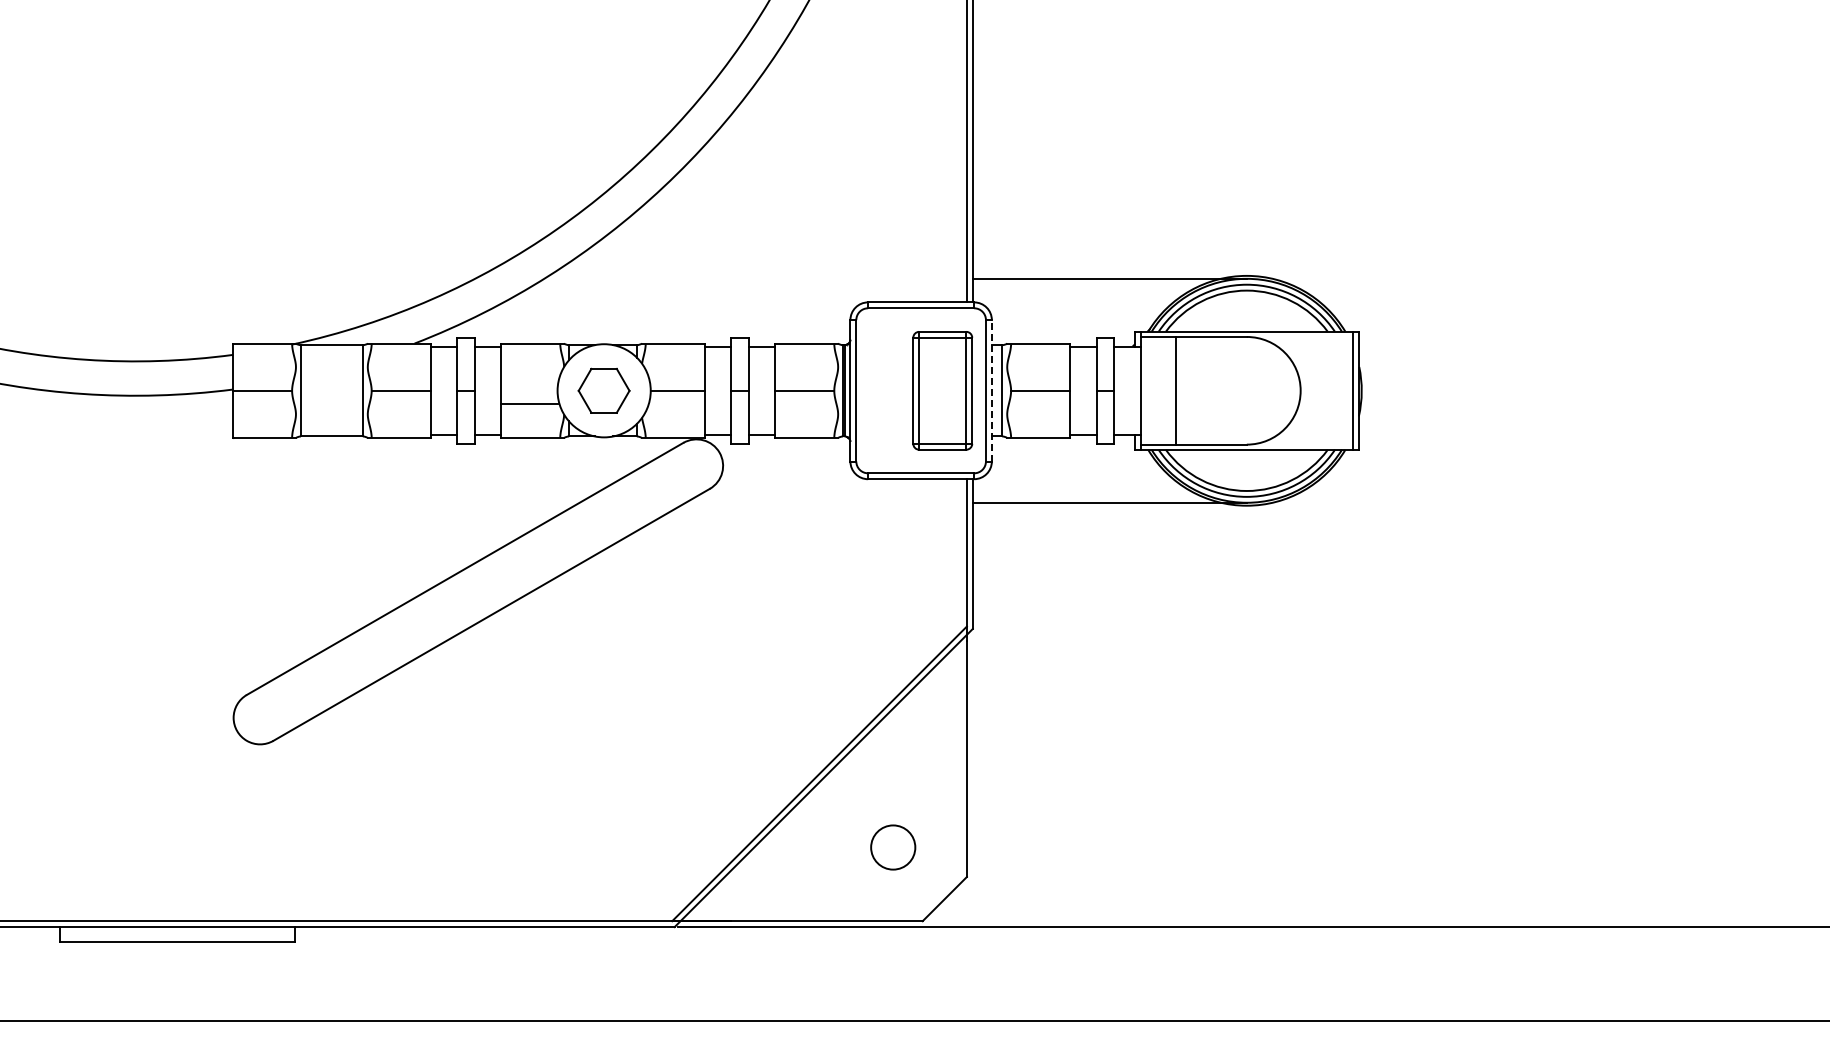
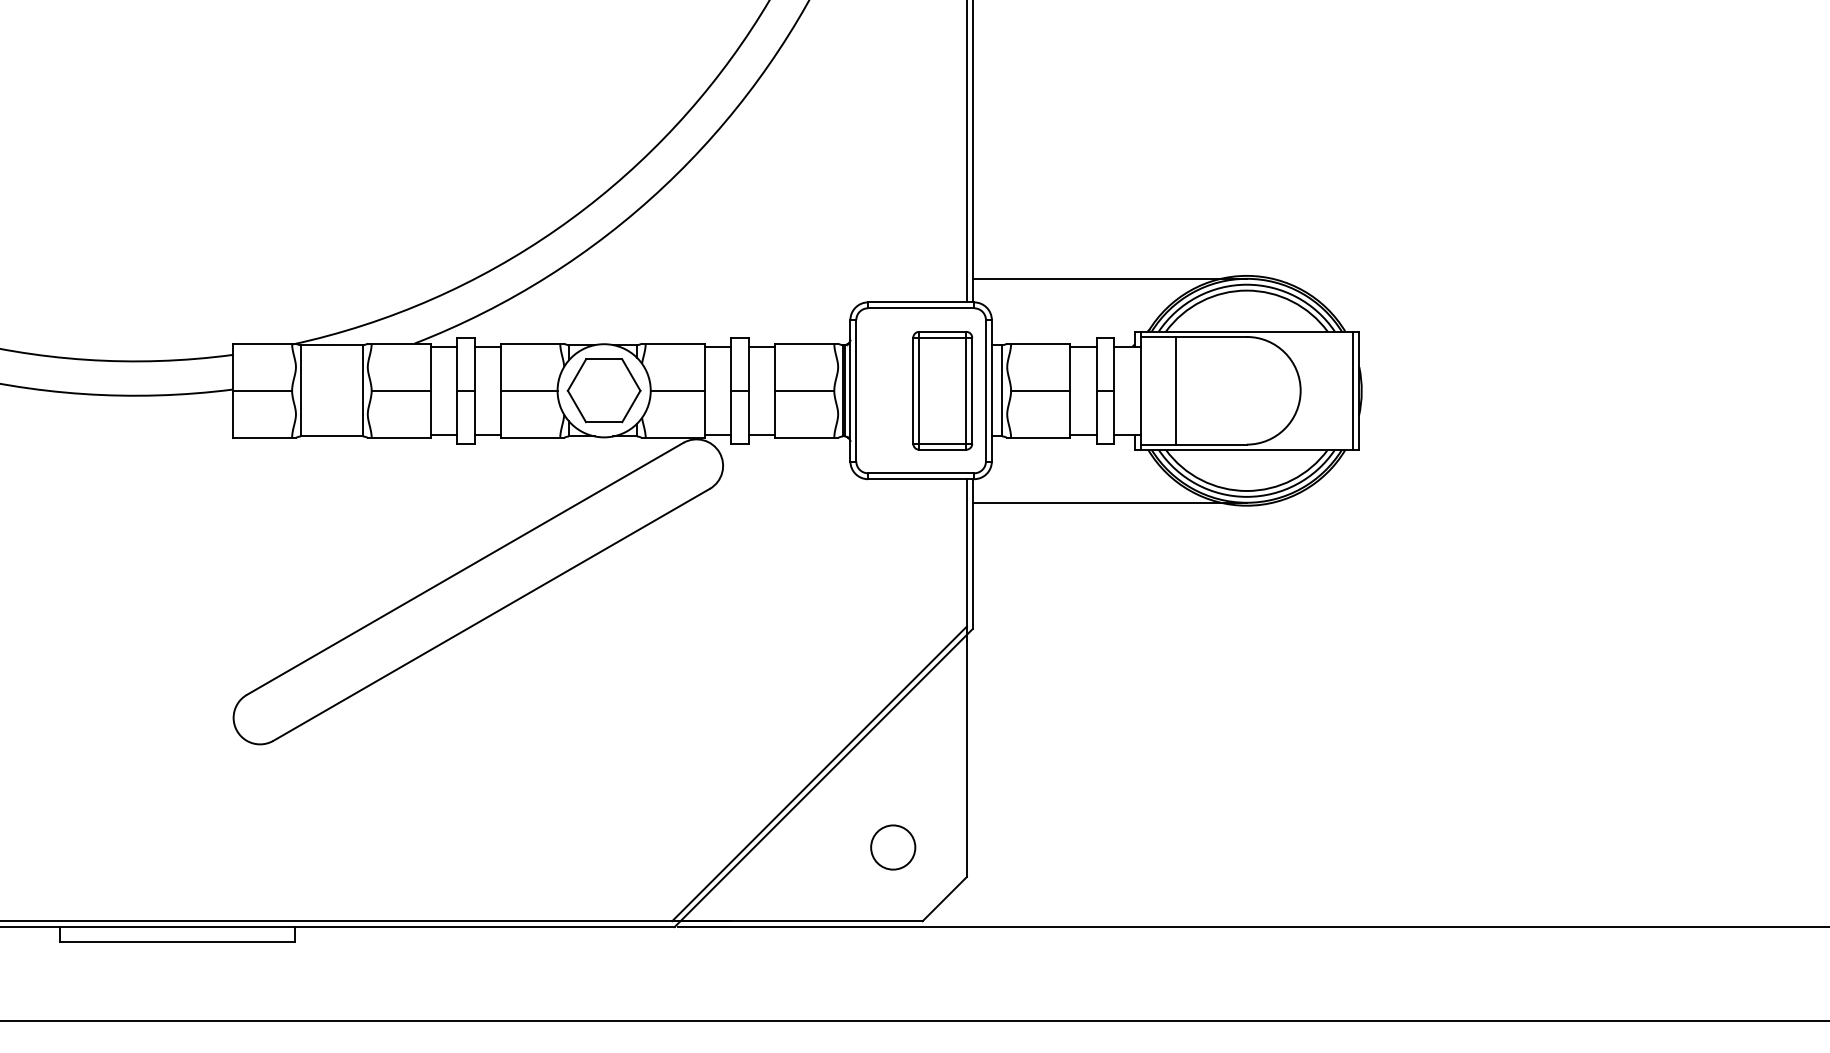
part at (603, 390) size: 54x47 px -> 76x66 px
line at (991, 390): dashed -> solid
line at (529, 403) position: (529, 403) -> (529, 390)
